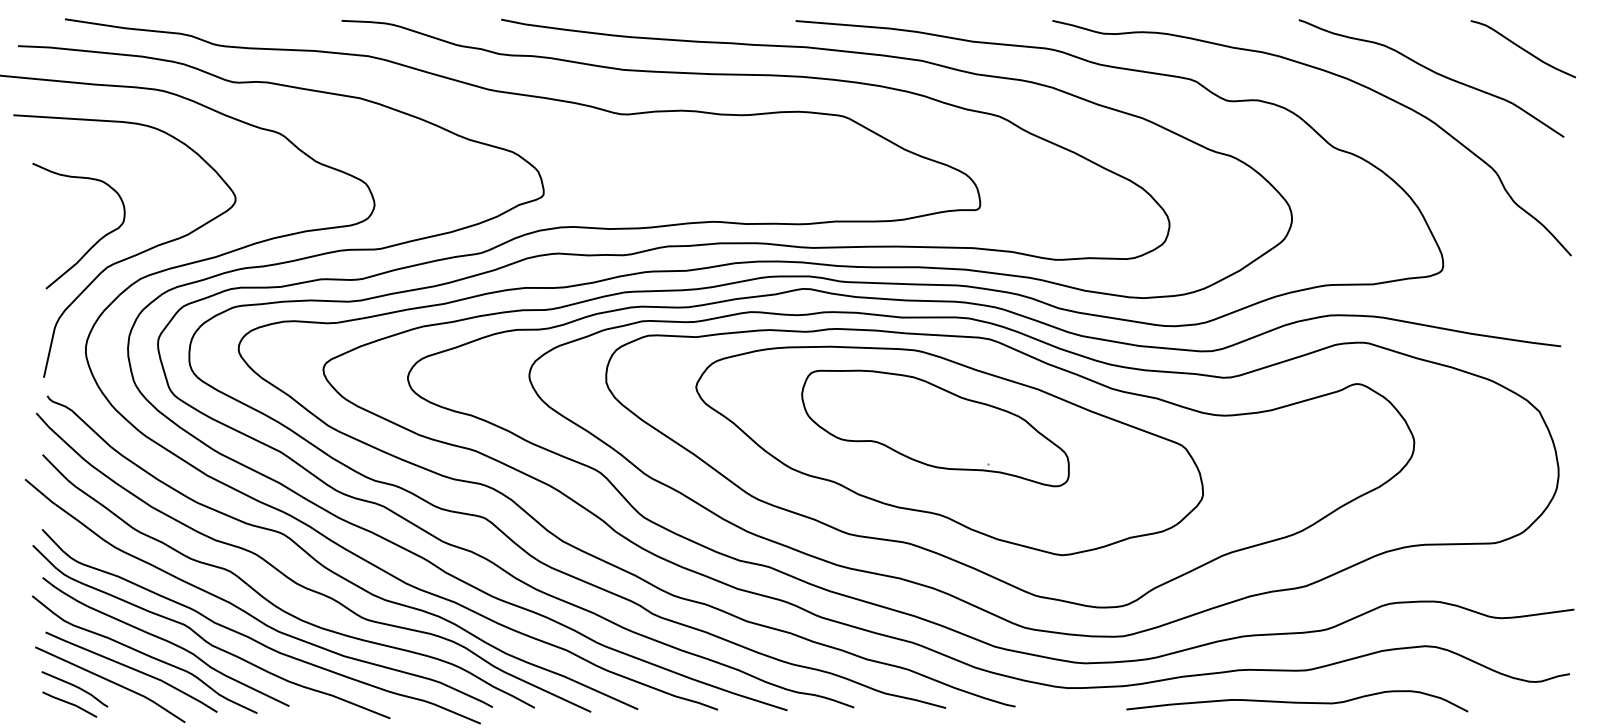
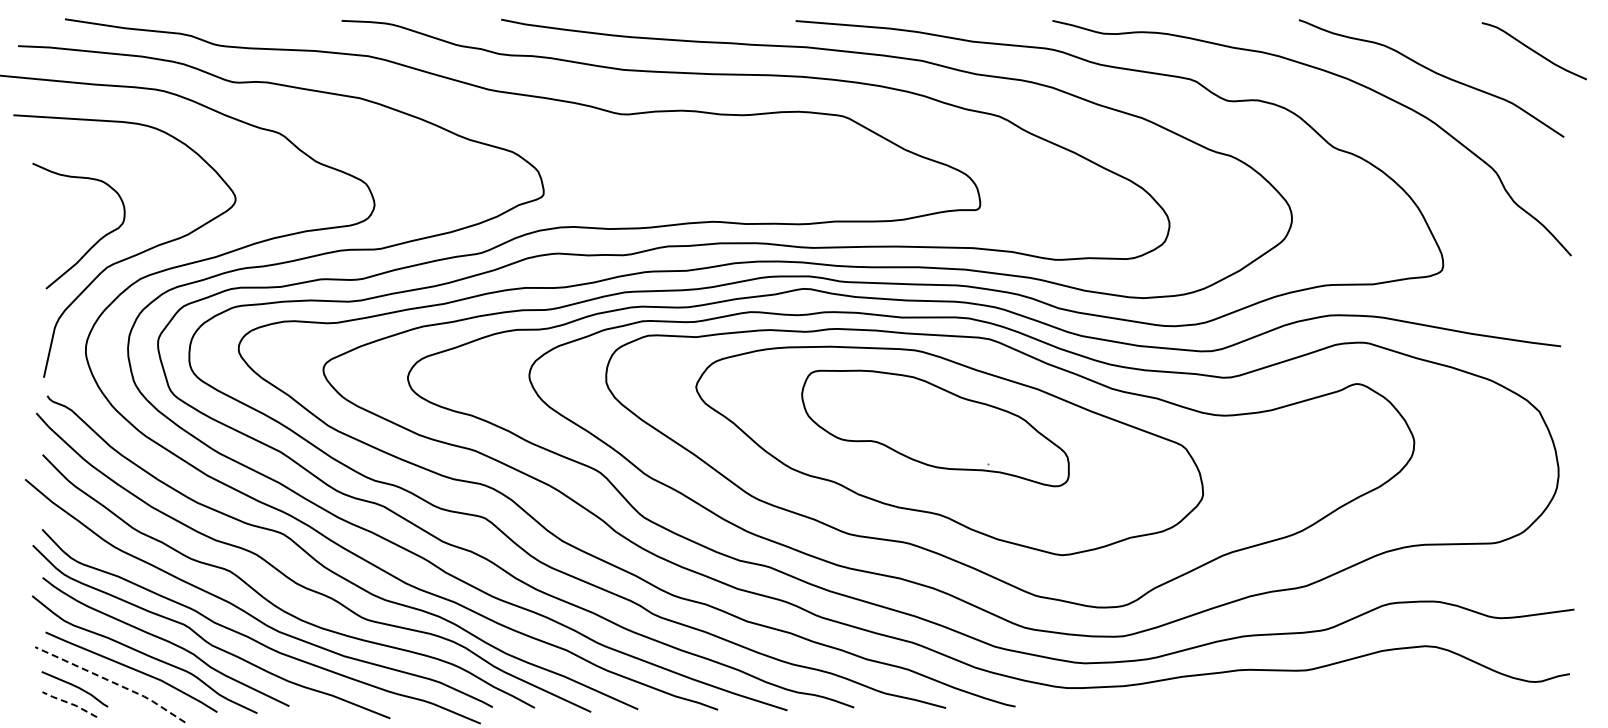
curve at (1522, 49) position: (1522, 49) -> (1533, 51)
line at (112, 682): solid -> dashed
curve at (1297, 701): present -> none
line at (69, 703): solid -> dashed
